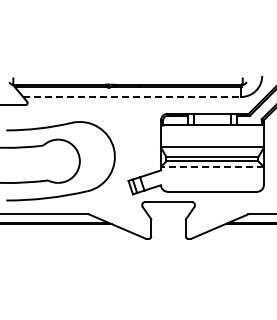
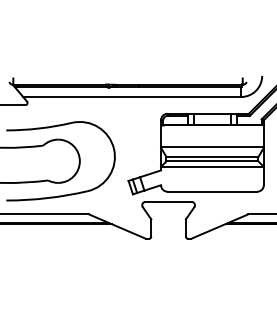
line at (132, 97): dashed -> solid
line at (211, 166): dashed -> solid
